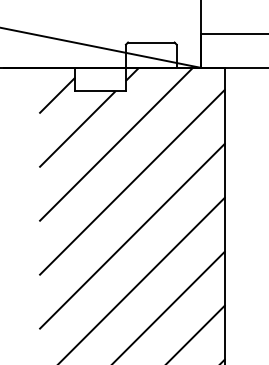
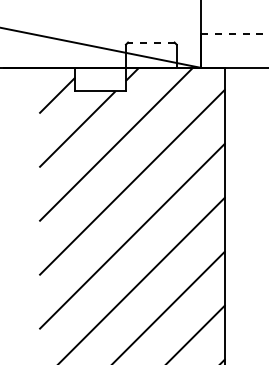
line at (235, 34): solid -> dashed
line at (150, 42): solid -> dashed
